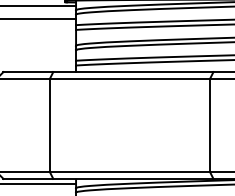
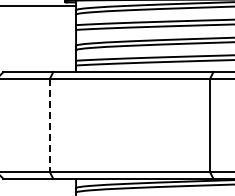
line at (39, 18): present -> none
line at (49, 125): solid -> dashed
line at (39, 184): present -> none
